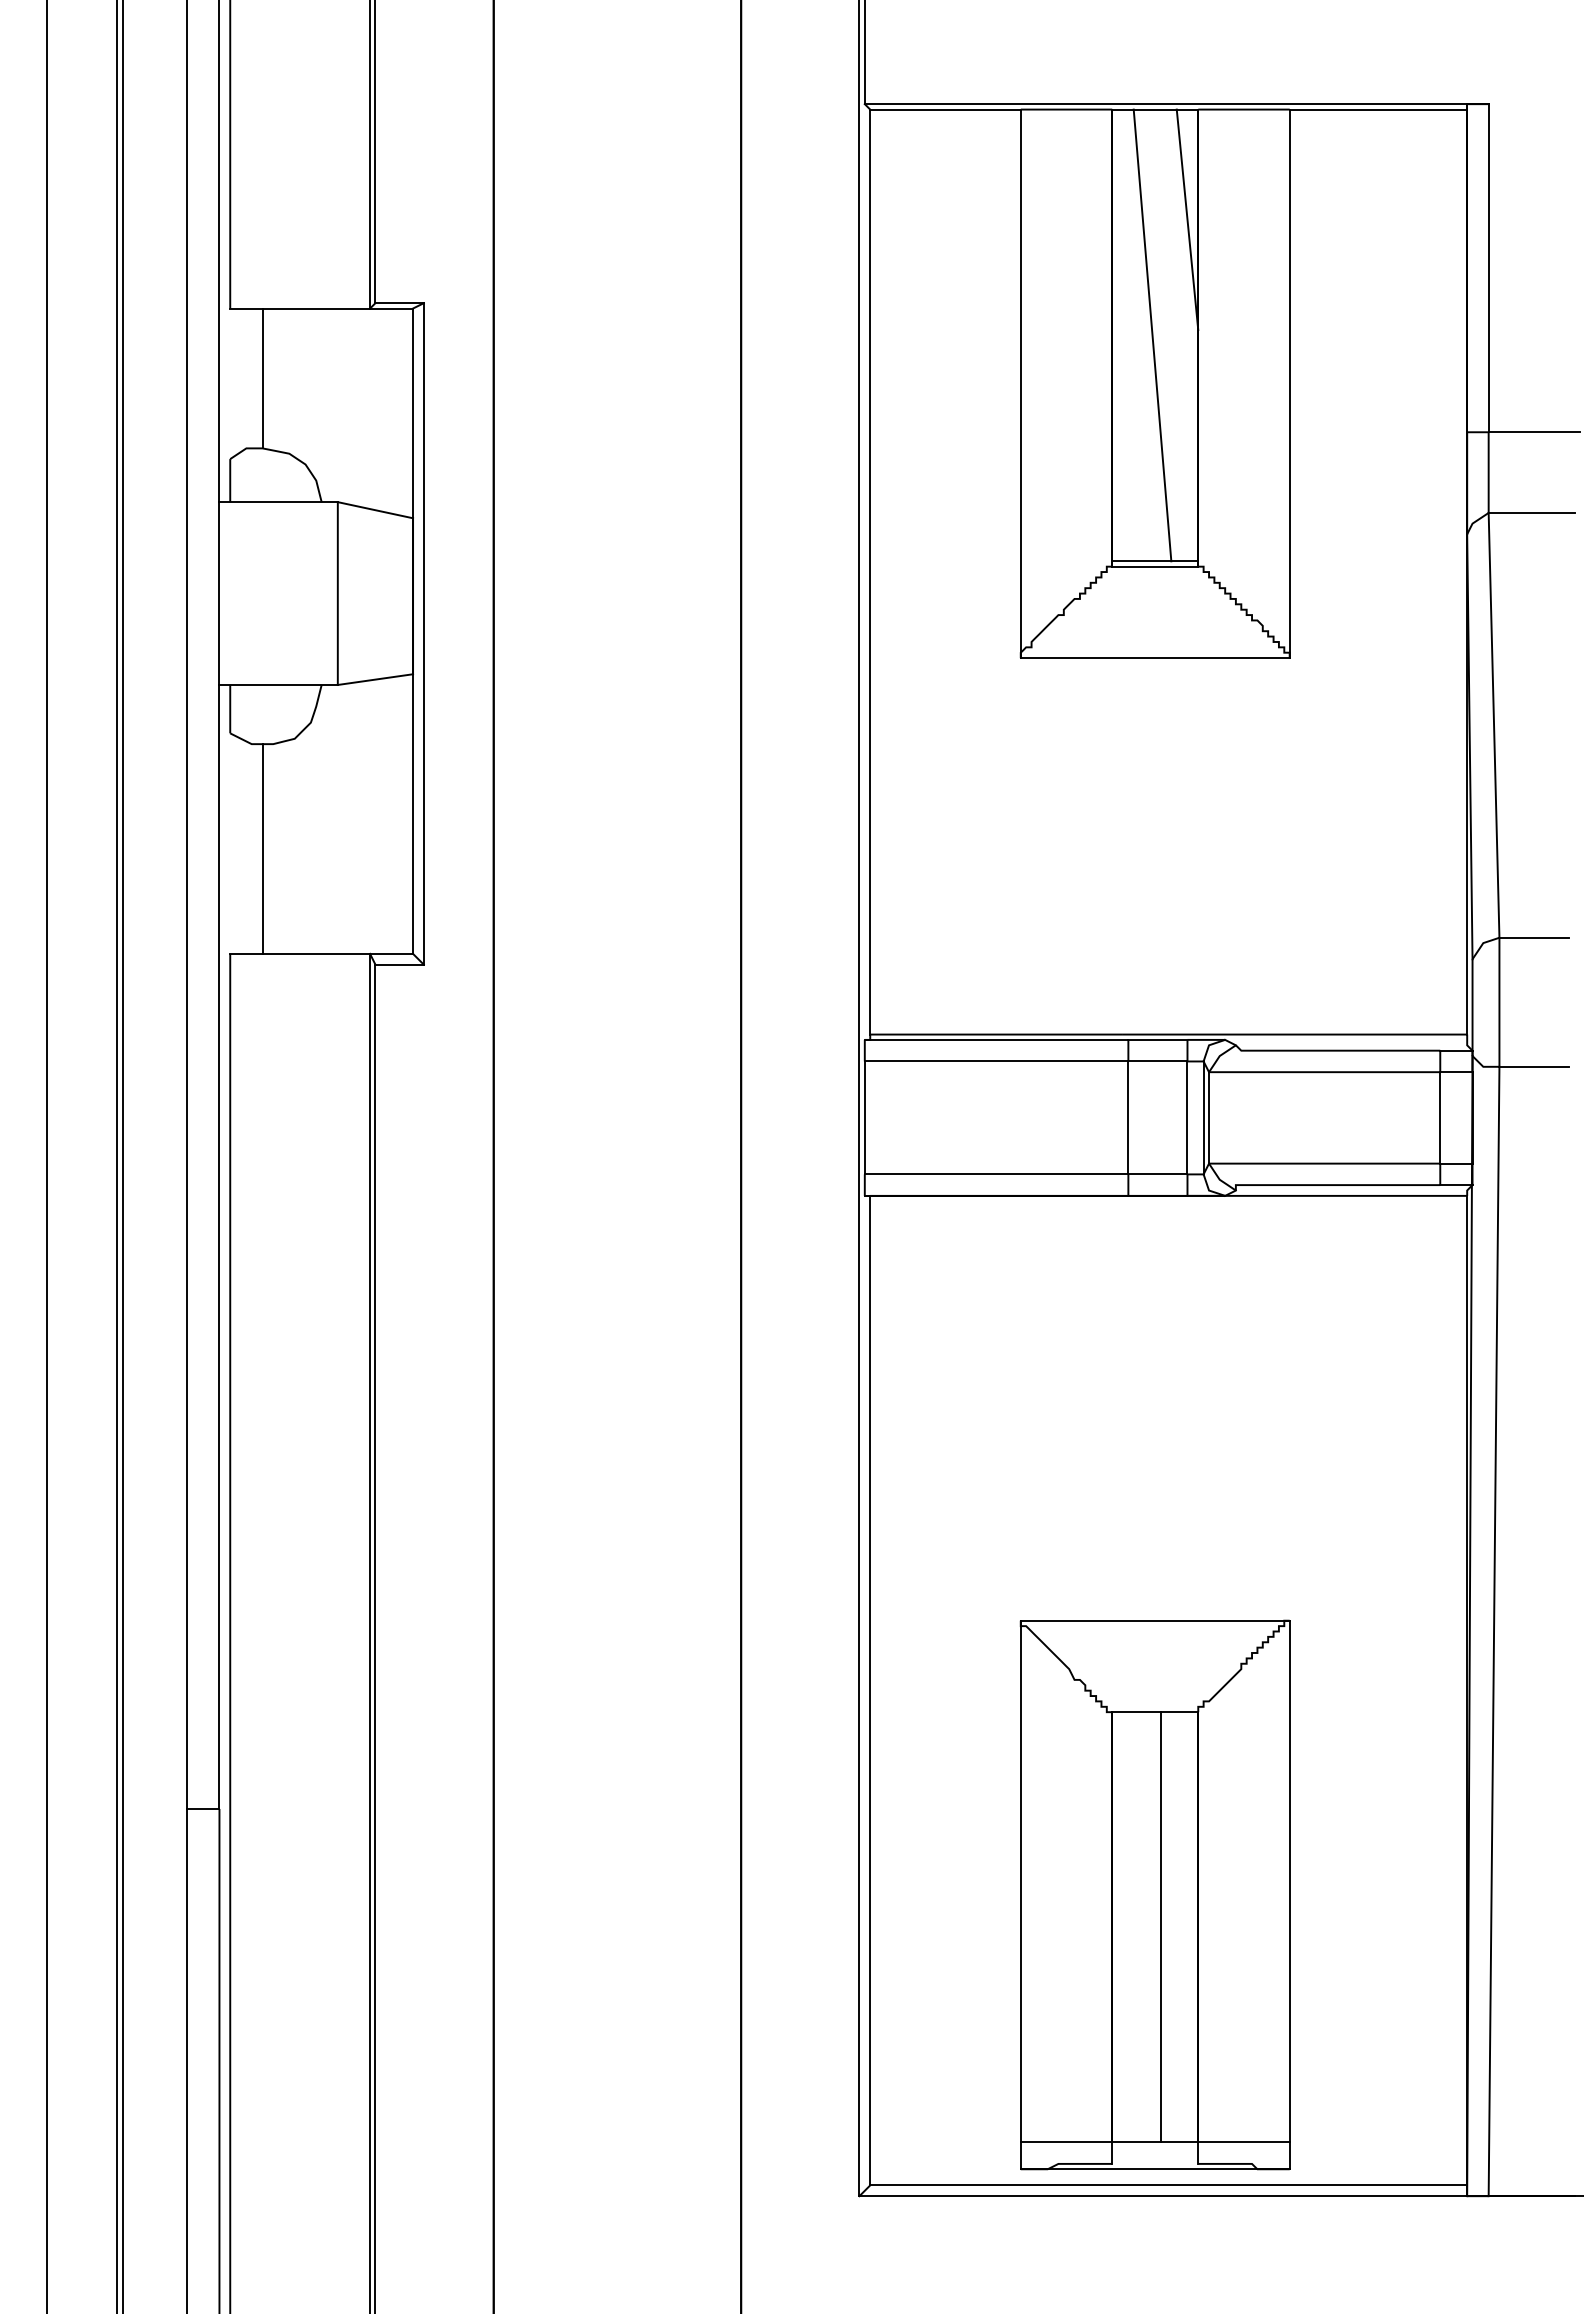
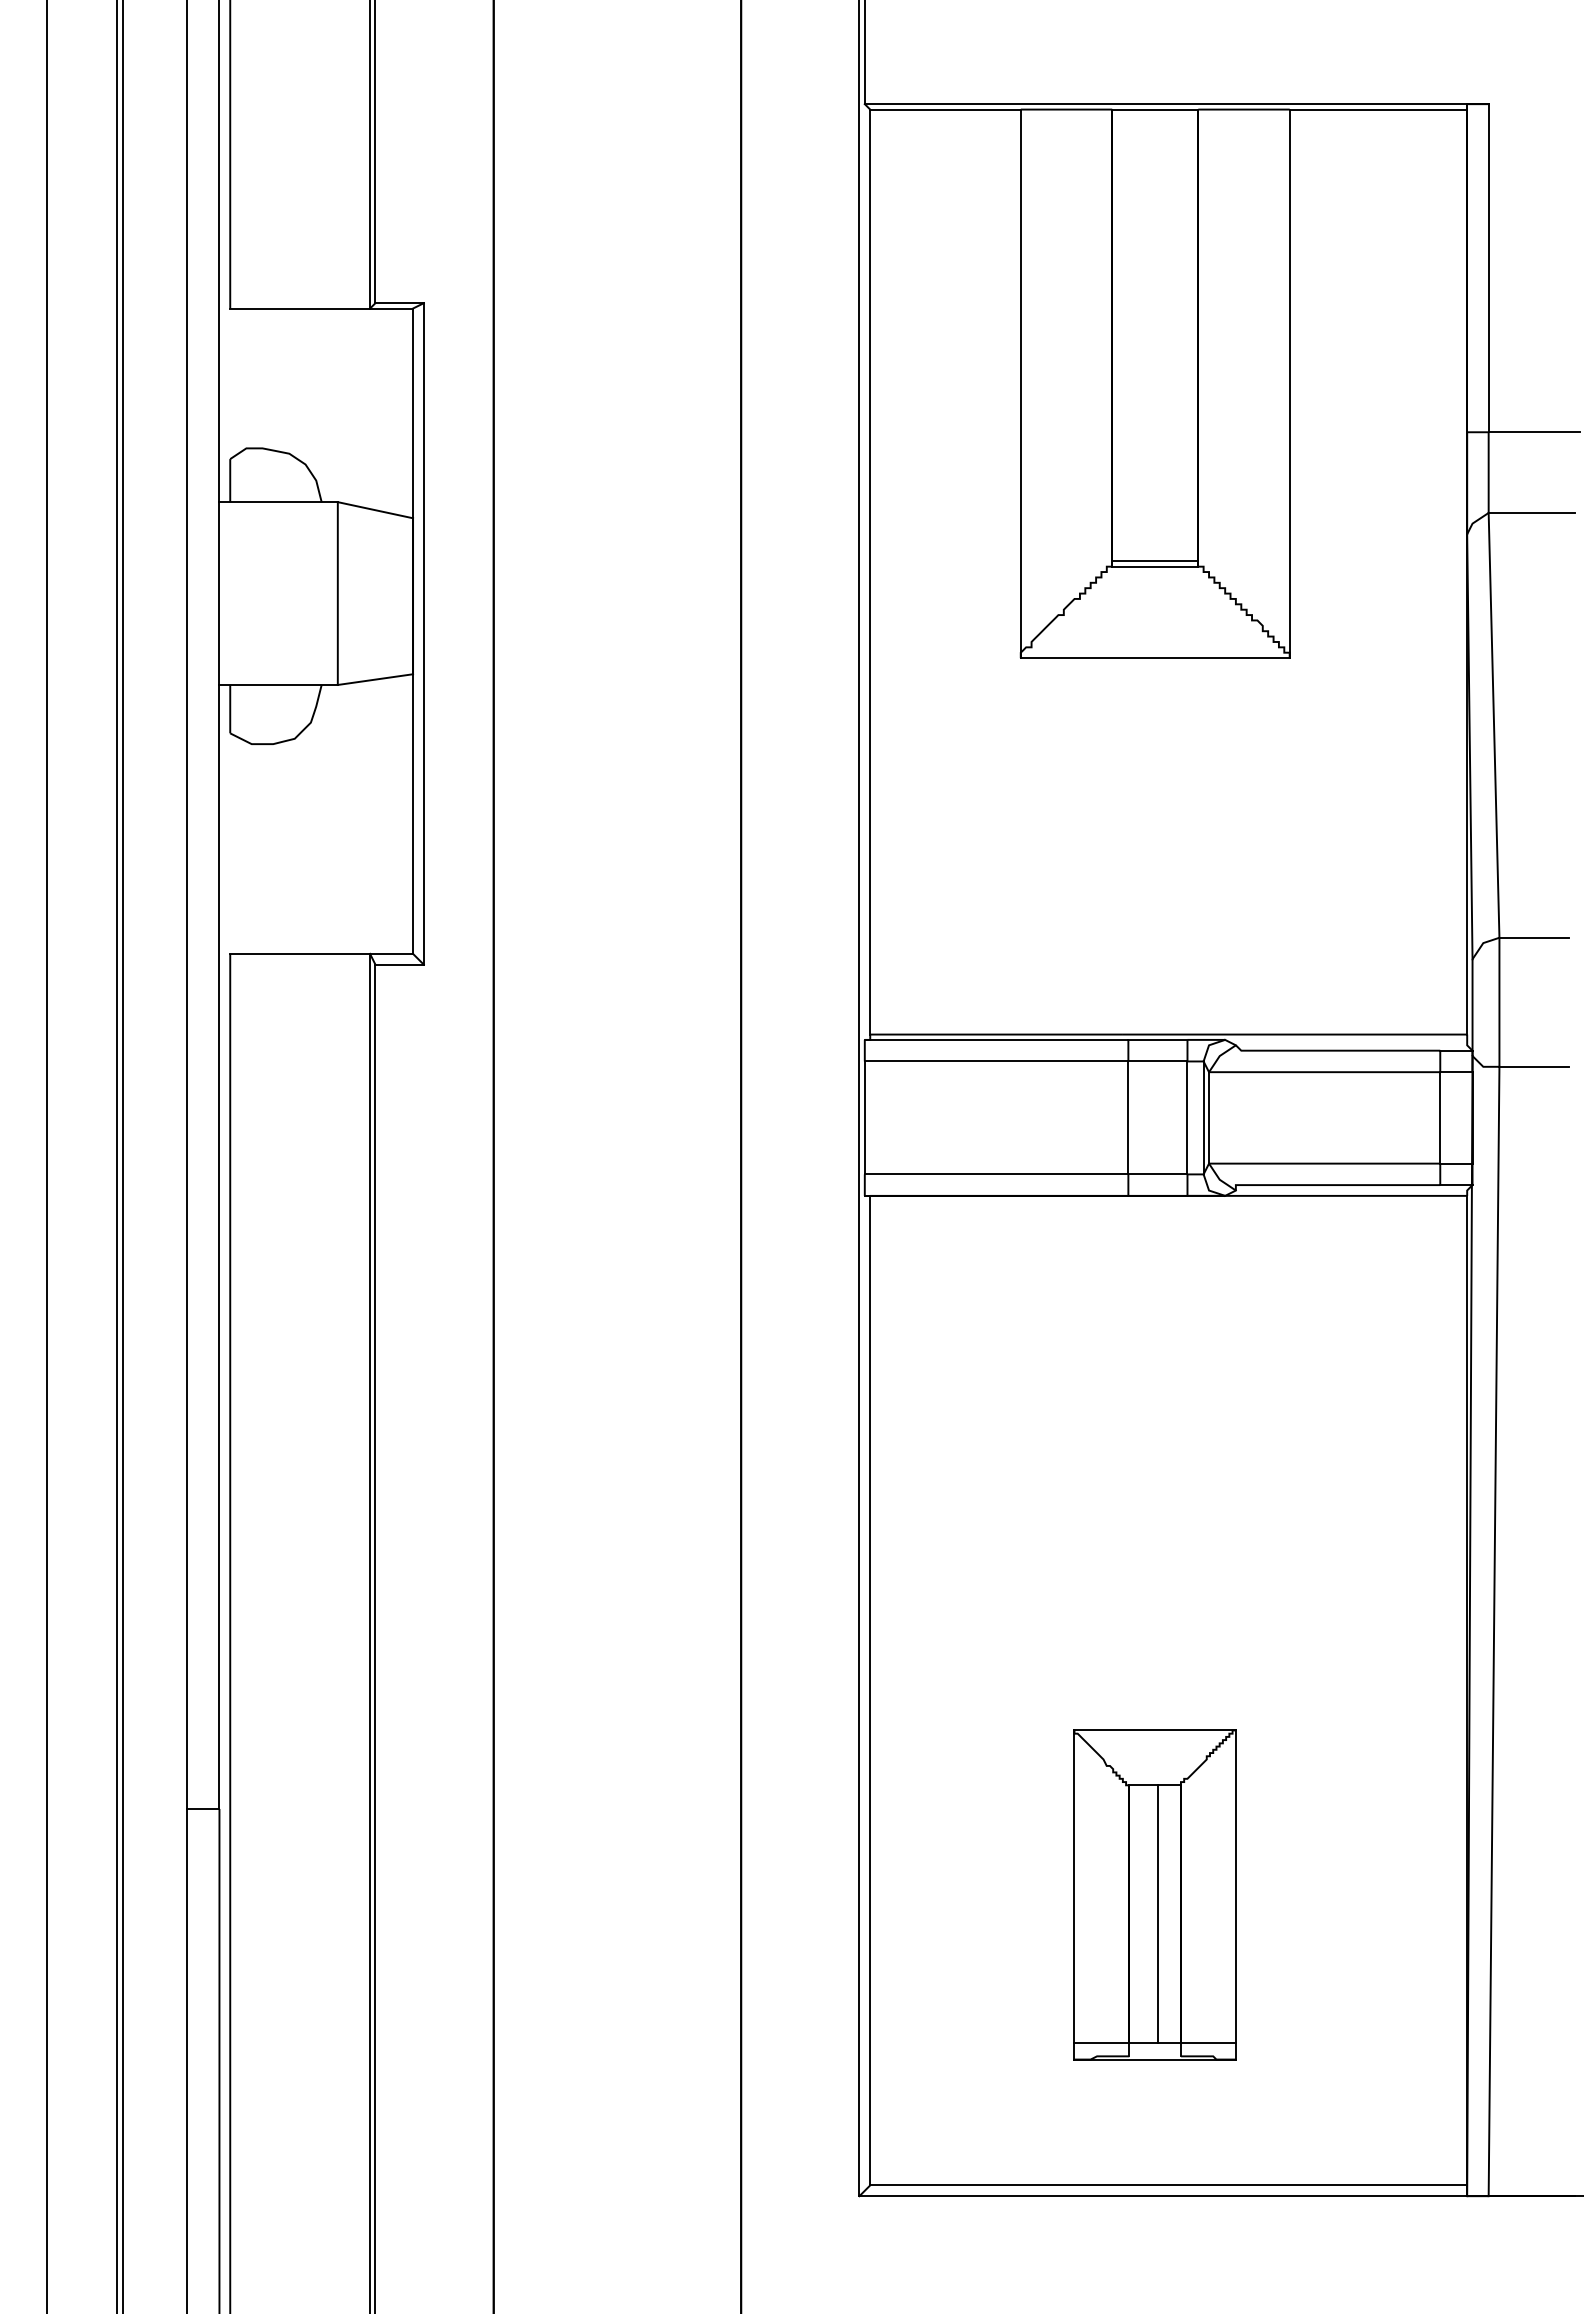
line at (1187, 219): present -> none
line at (1152, 335): present -> none
line at (262, 378): present -> none
line at (262, 848): present -> none
part at (1154, 1894) size: 272x552 px -> 164x332 px
